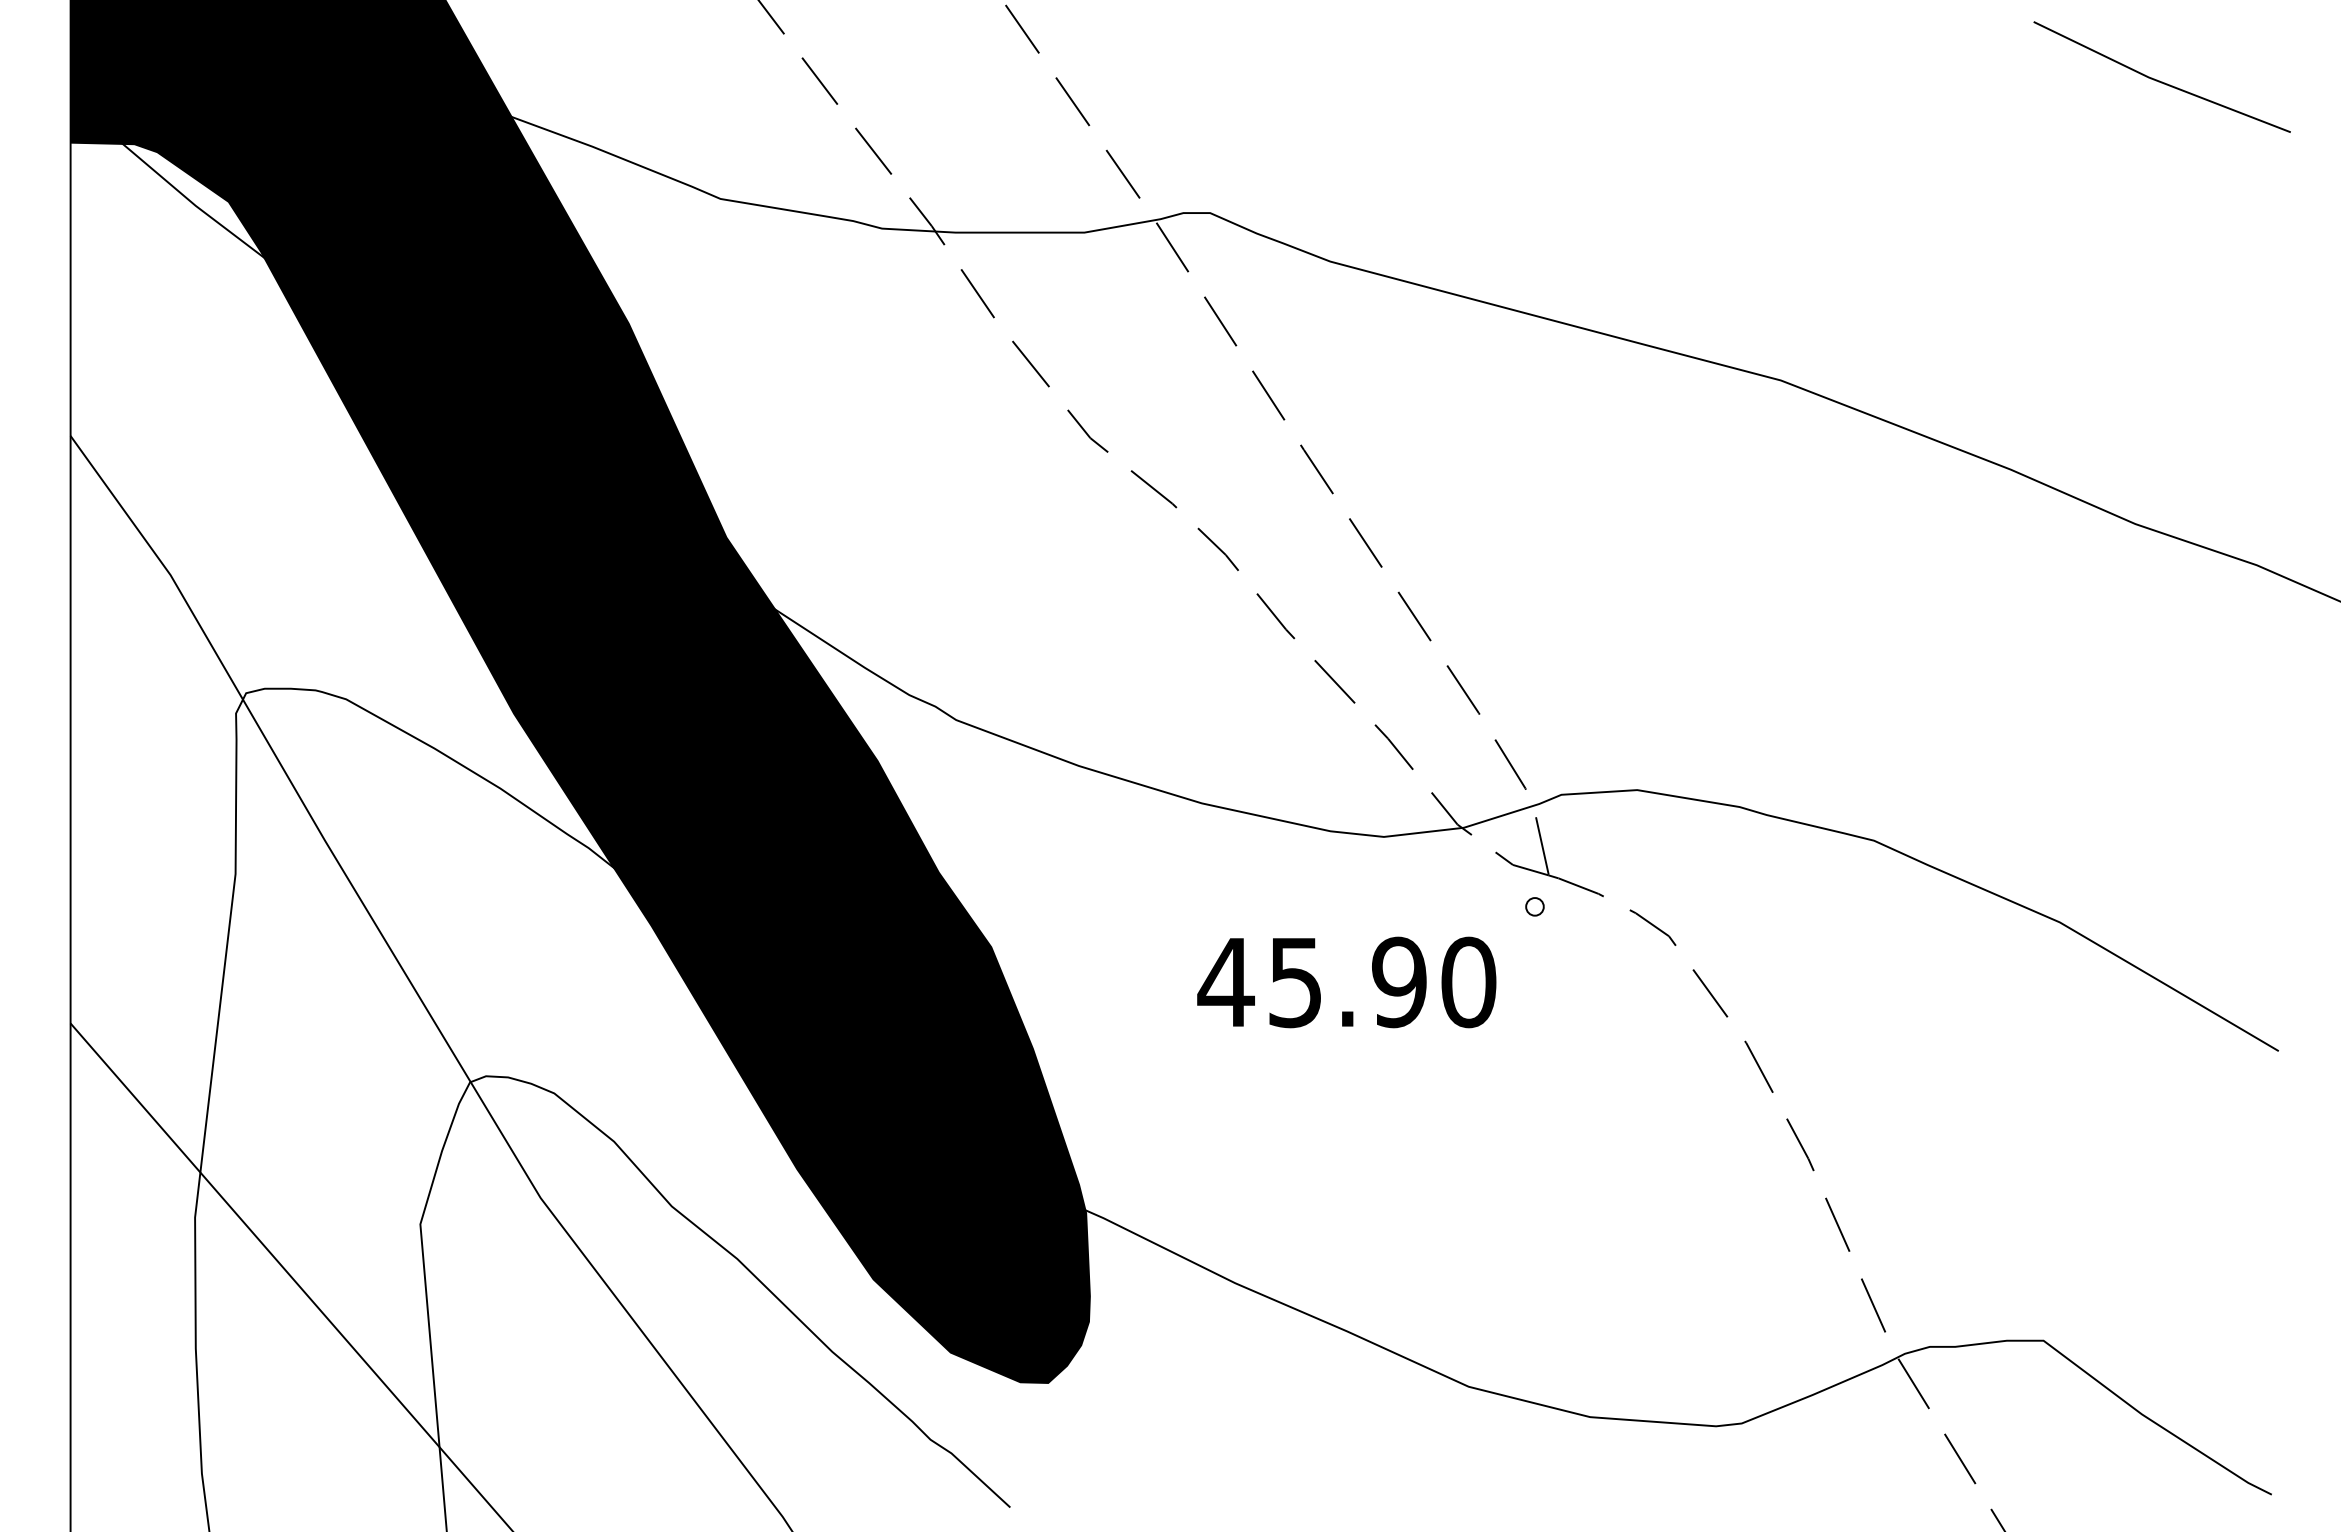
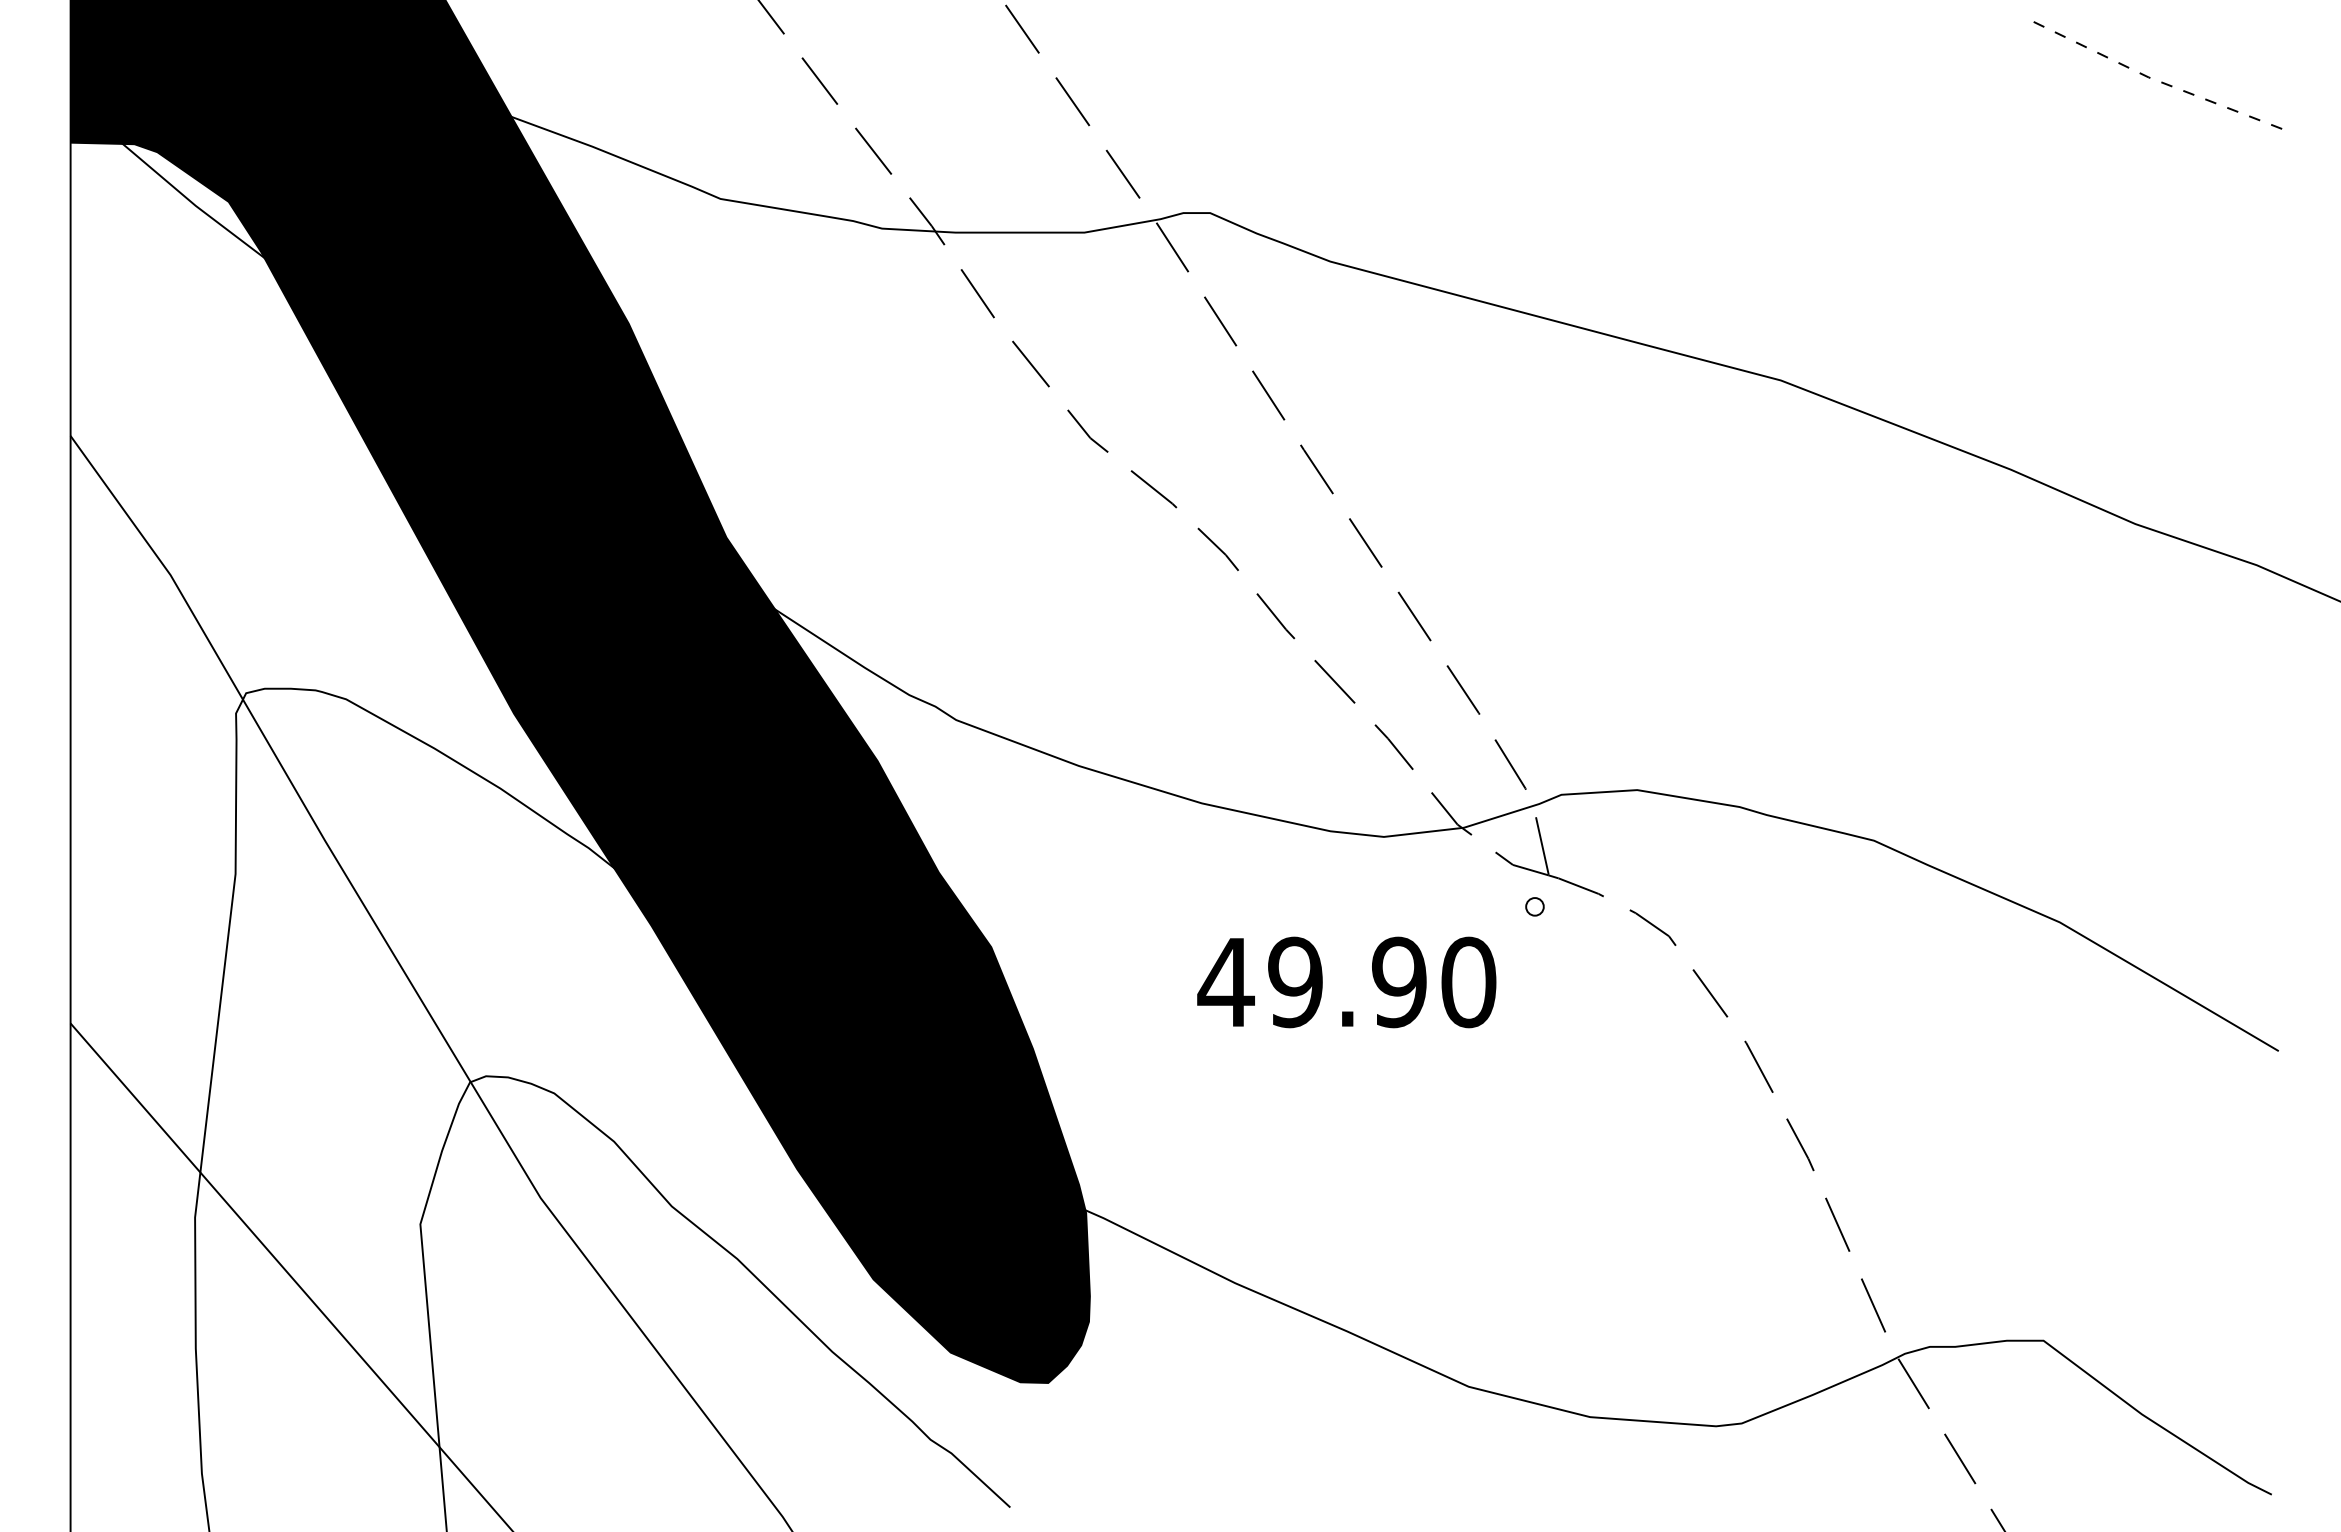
line at (2159, 81): solid -> dashed
text at (1295, 981): 45.90 -> 49.90
